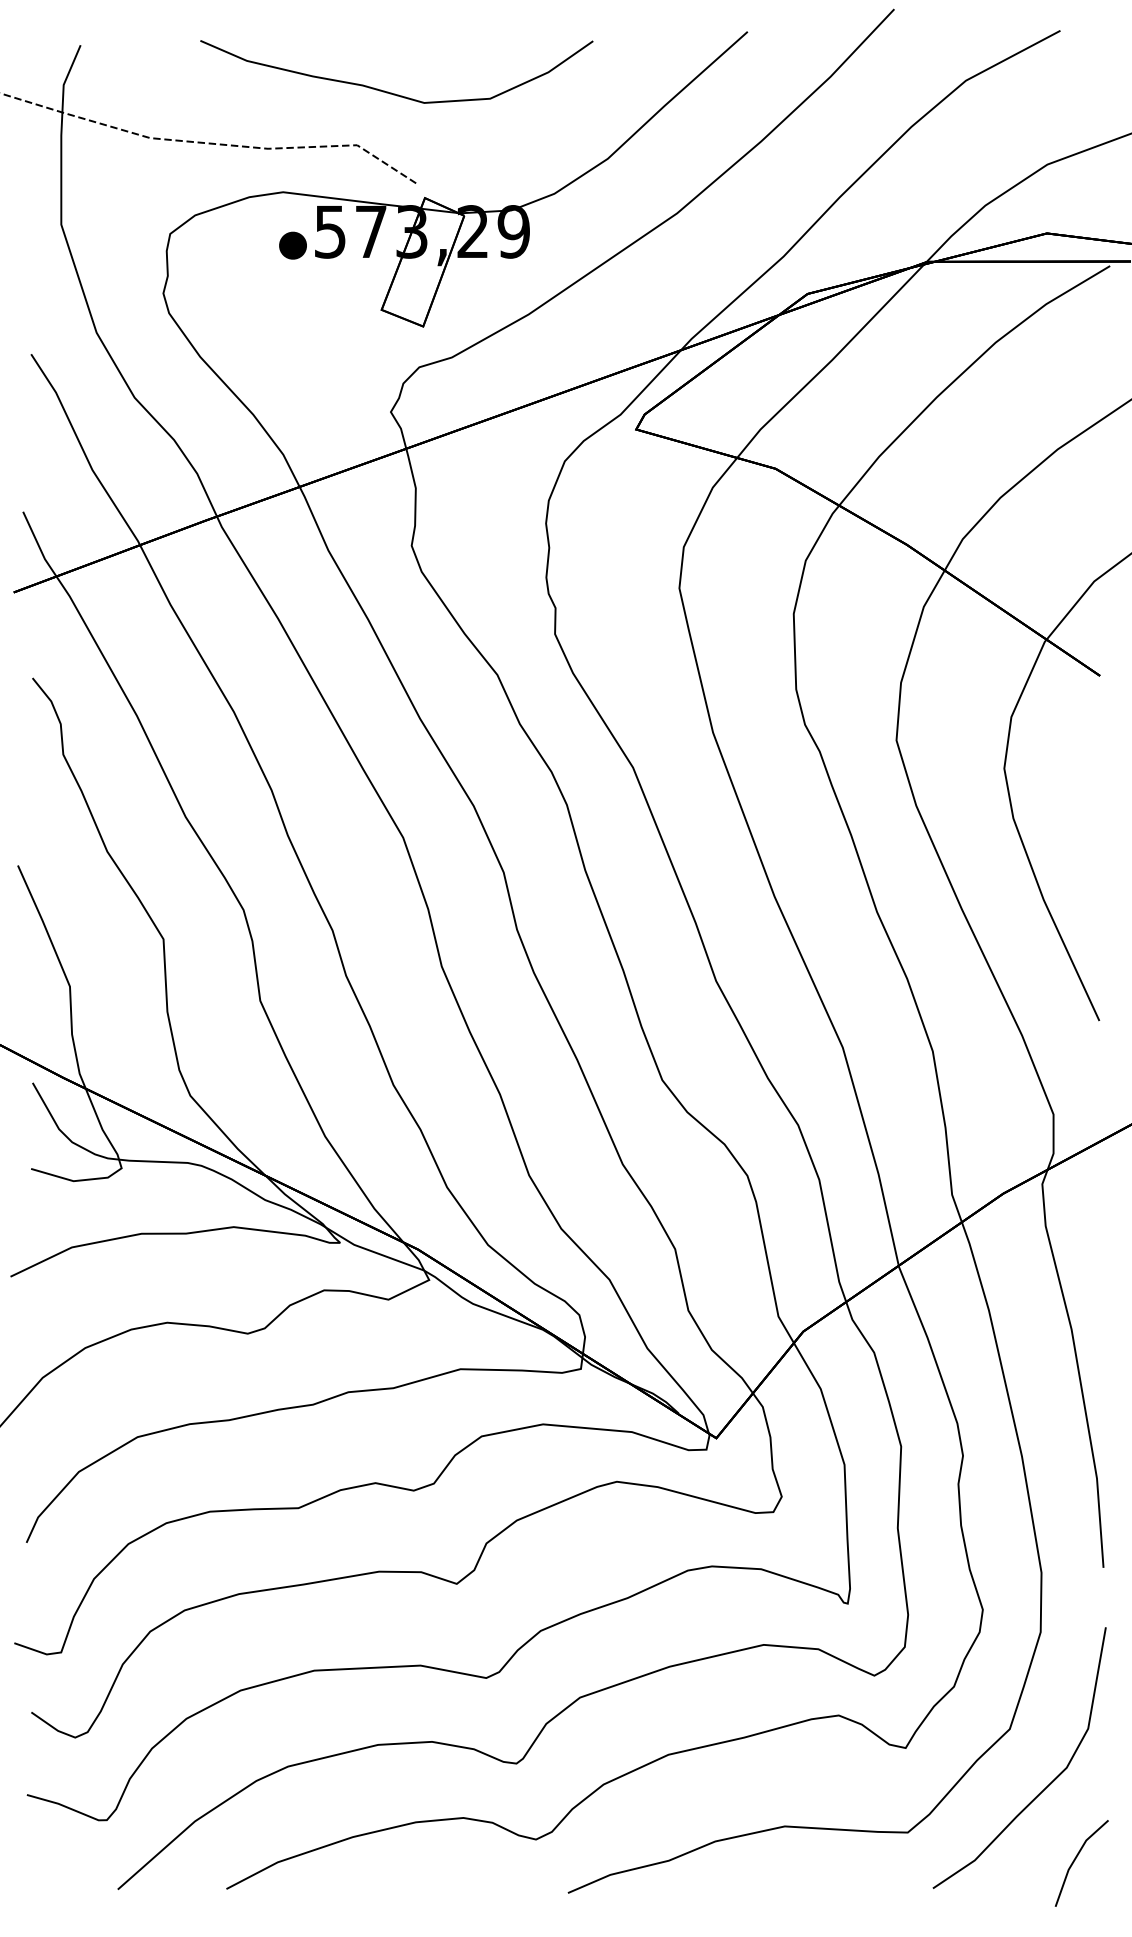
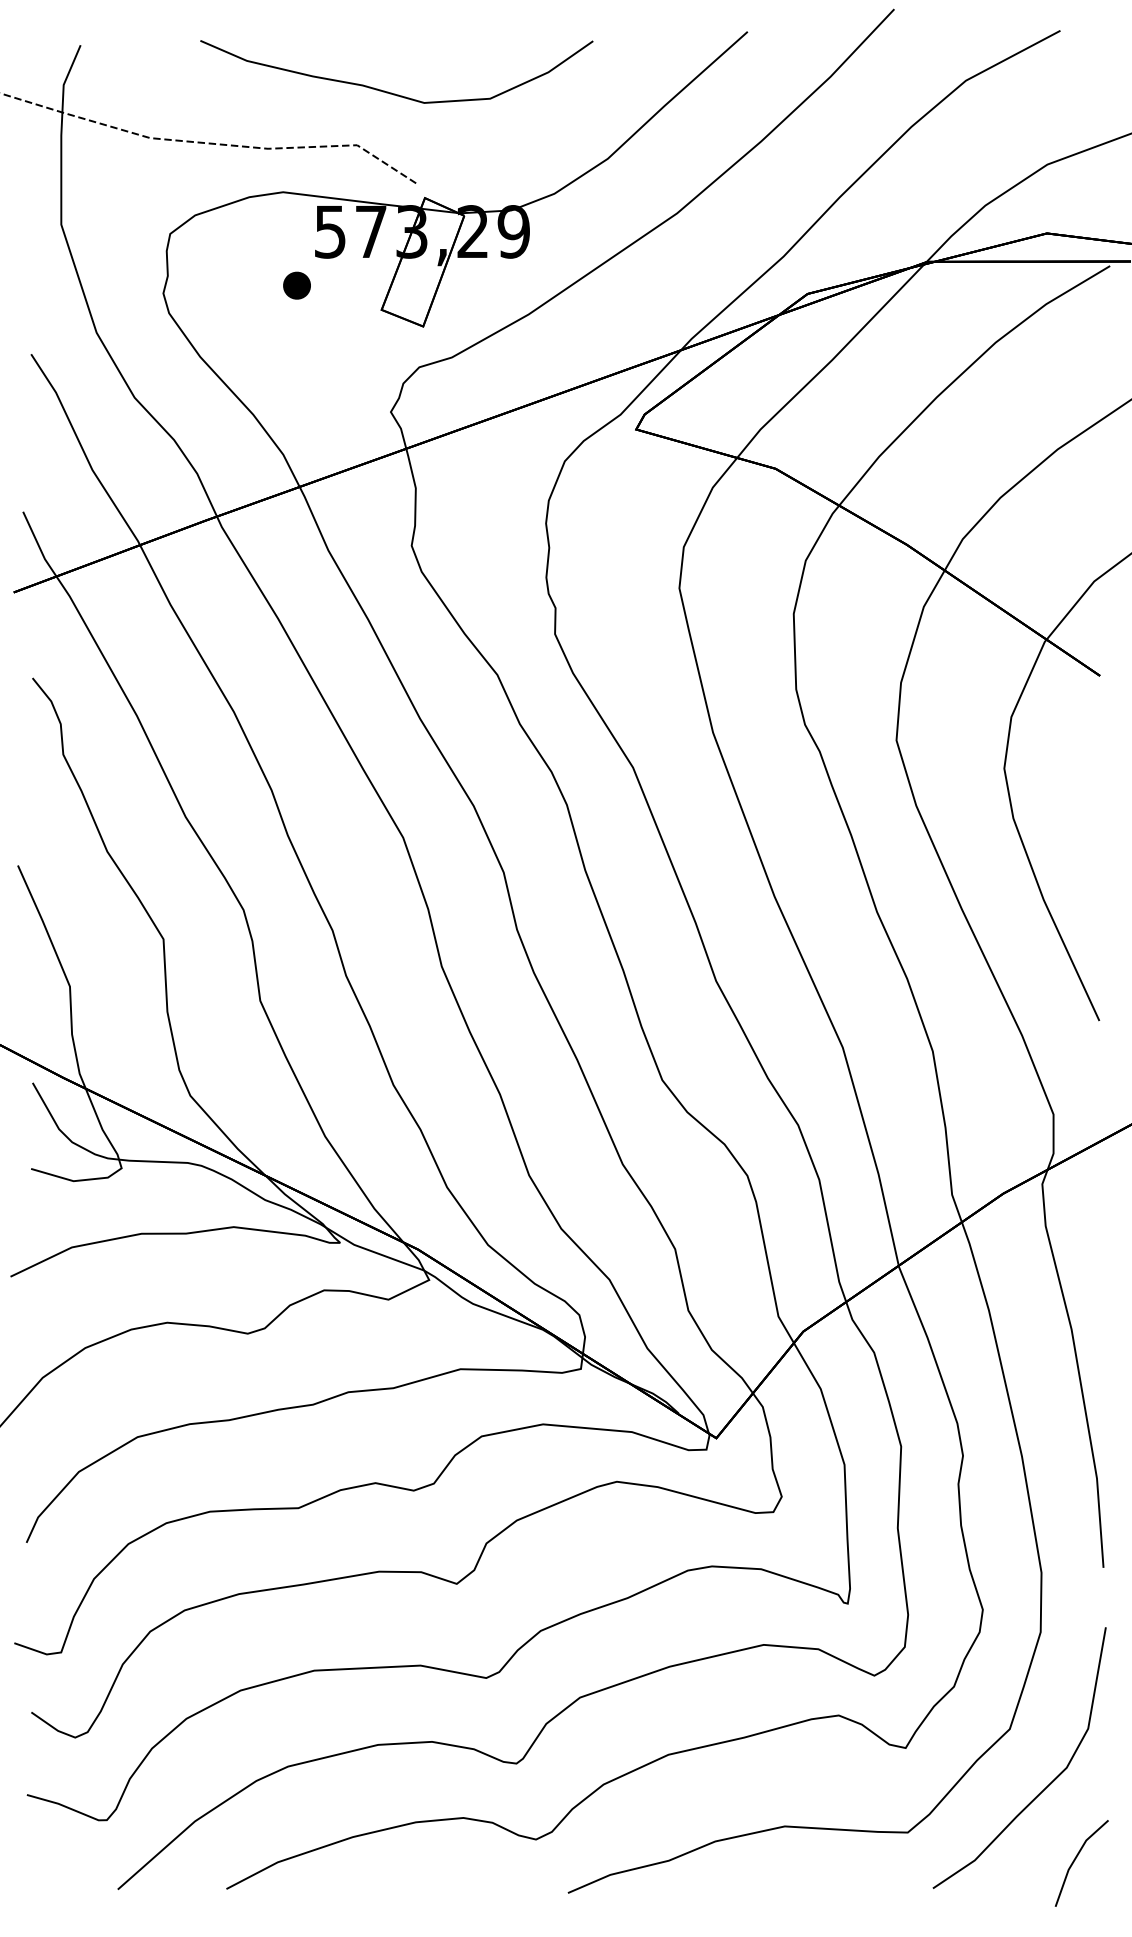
part at (292, 245) position: (292, 245) -> (296, 285)
